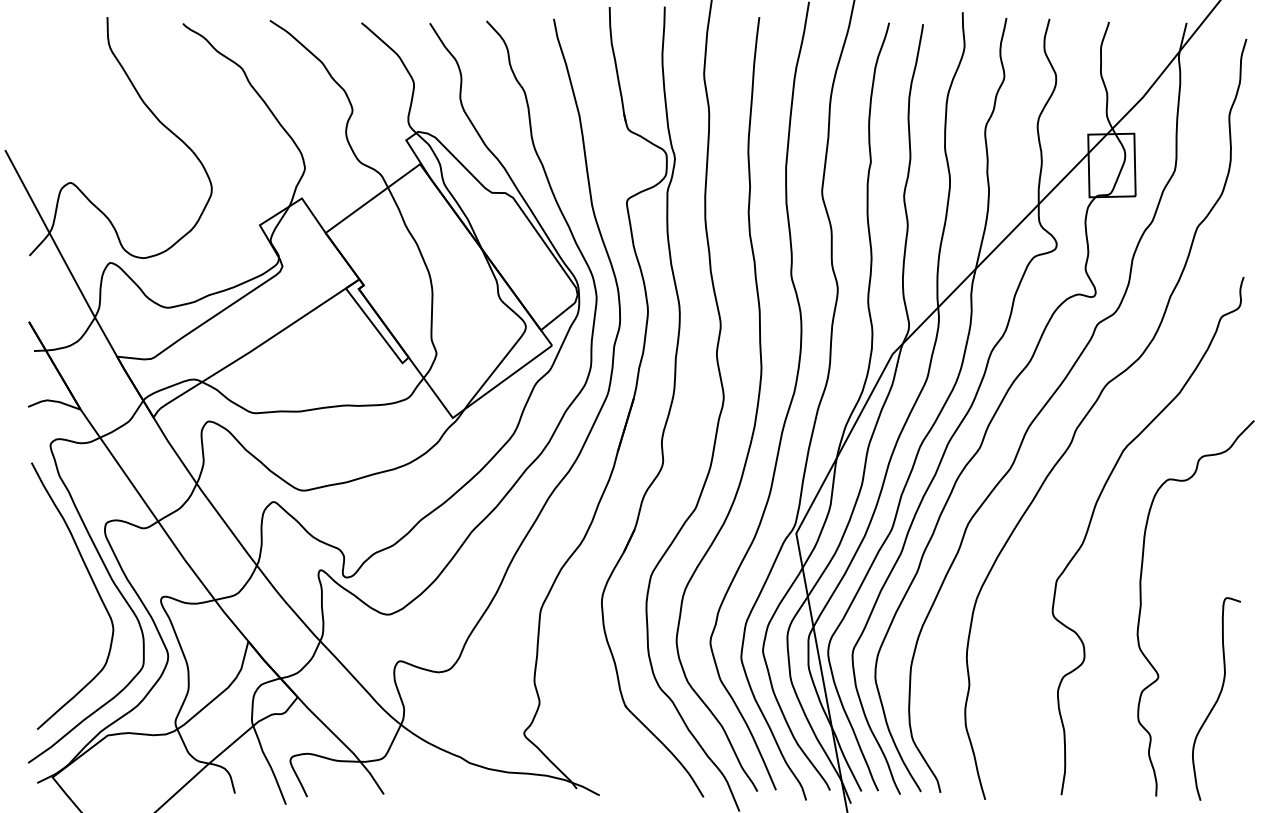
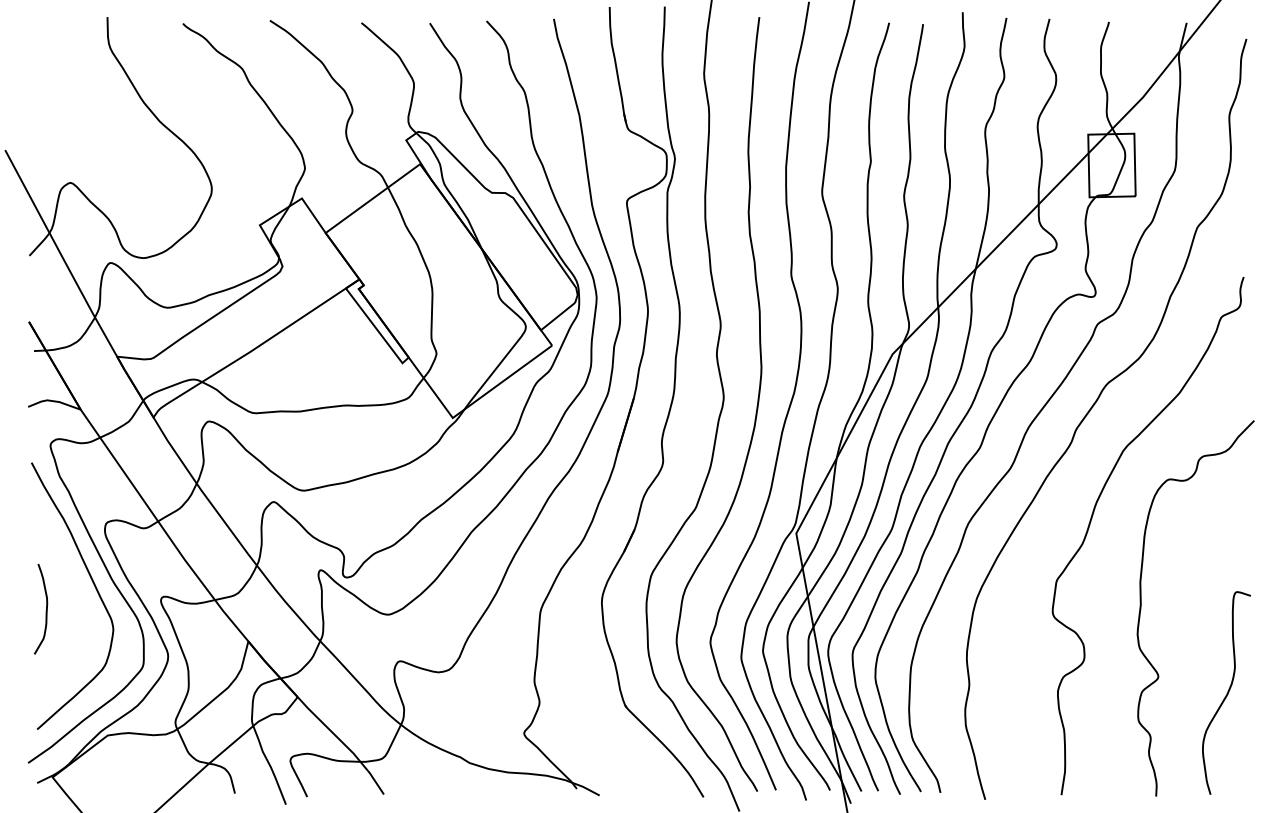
curve at (45, 610): none -> present
curve at (1217, 698) position: (1217, 698) -> (1227, 692)
